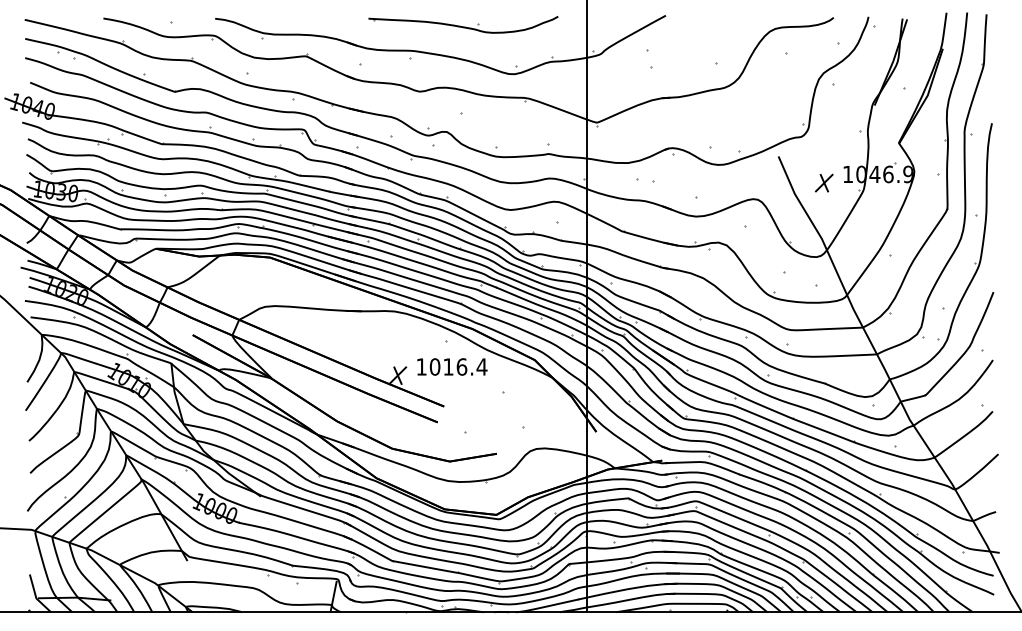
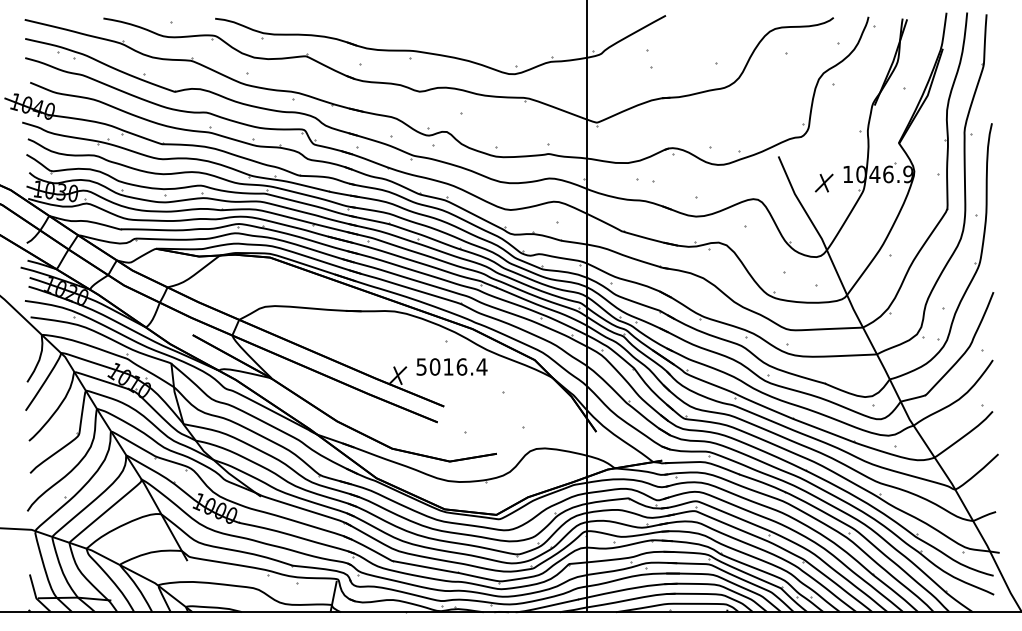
part at (463, 24): present -> none
text at (421, 366): 1016.4 -> 5016.4
